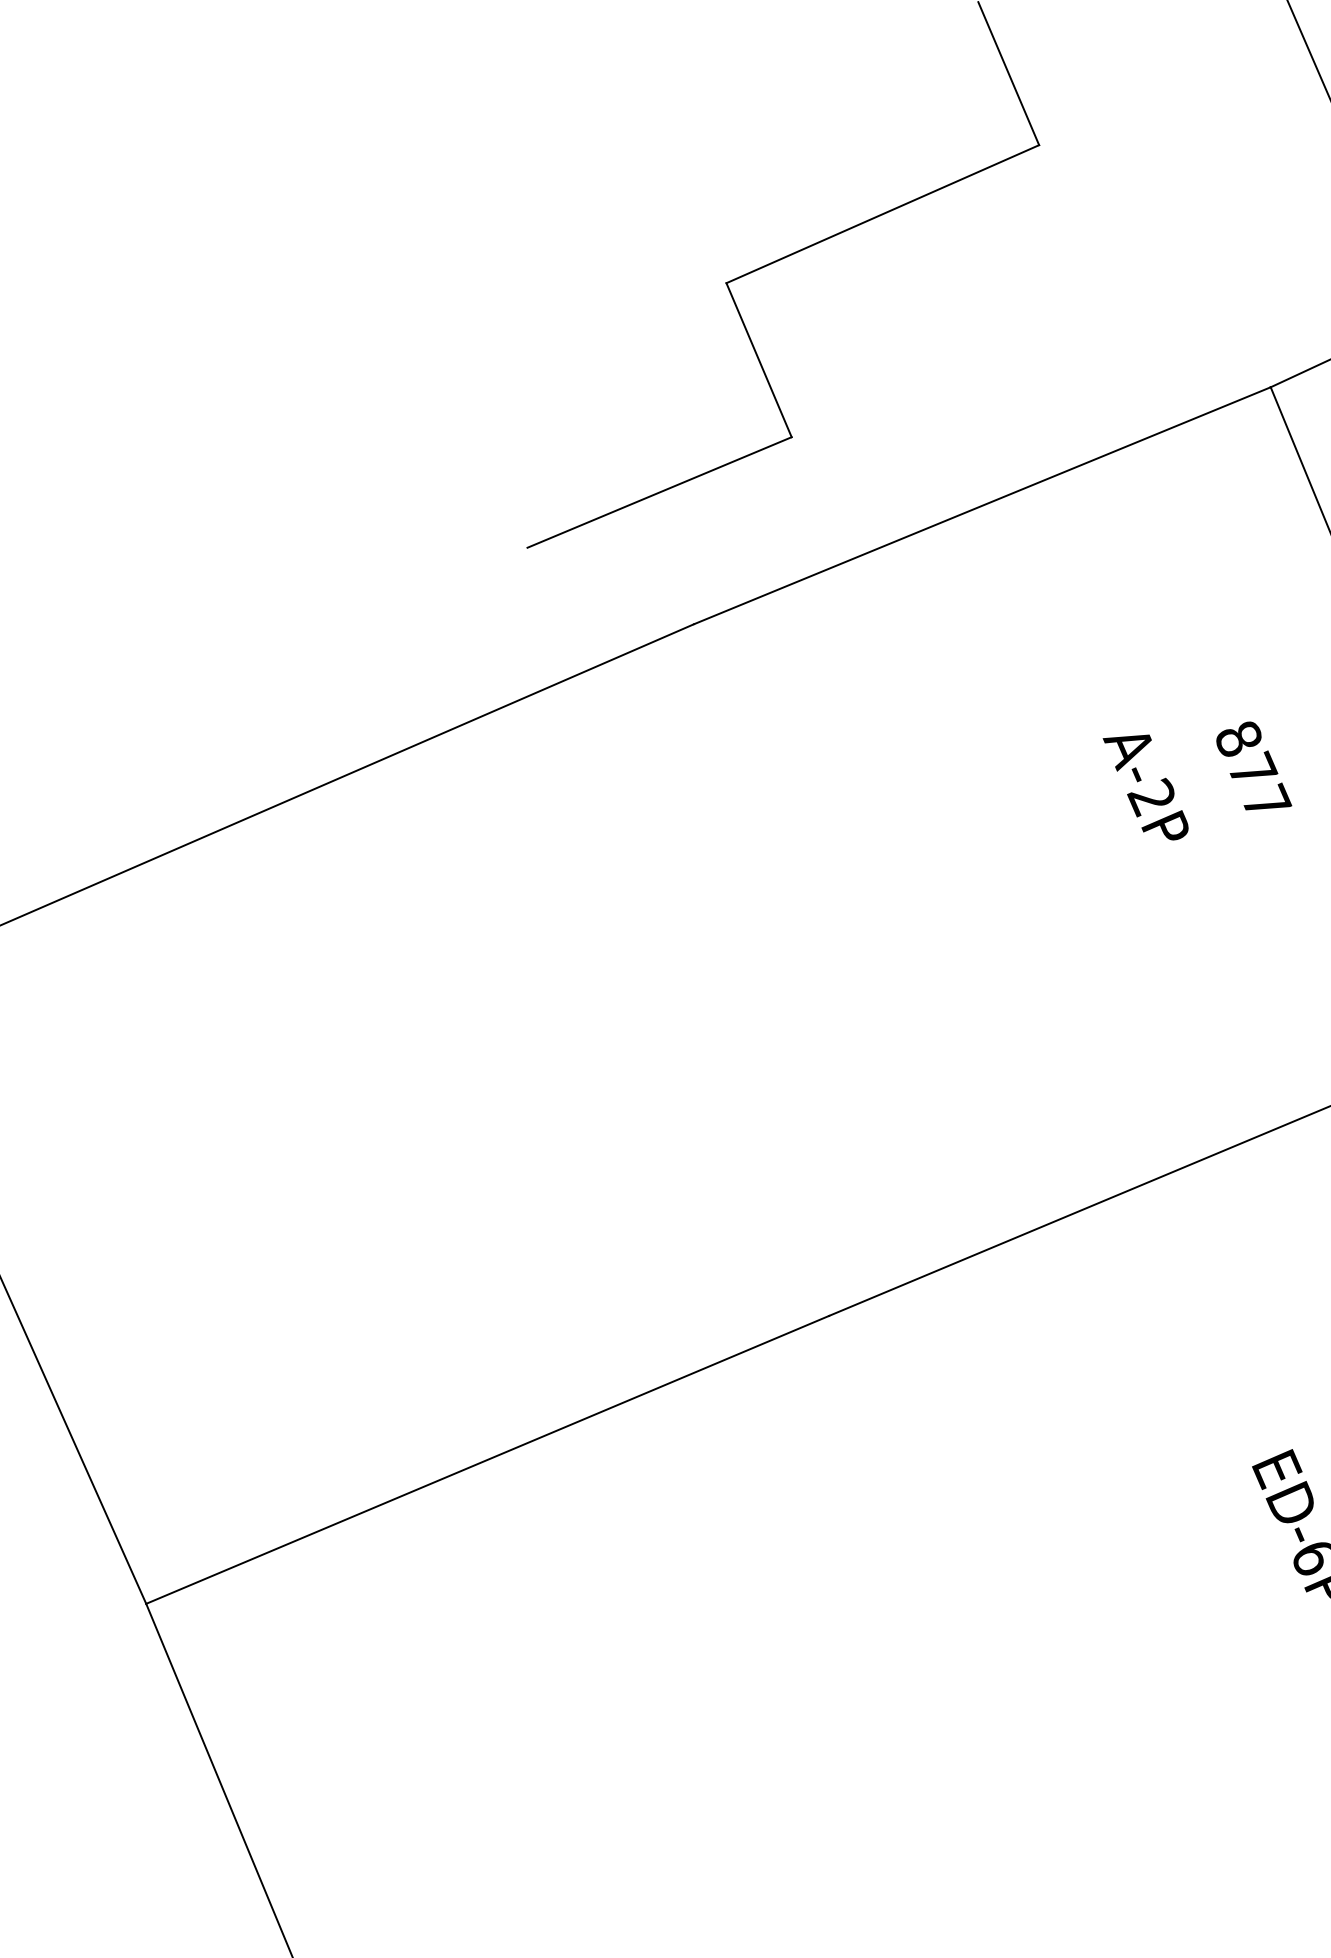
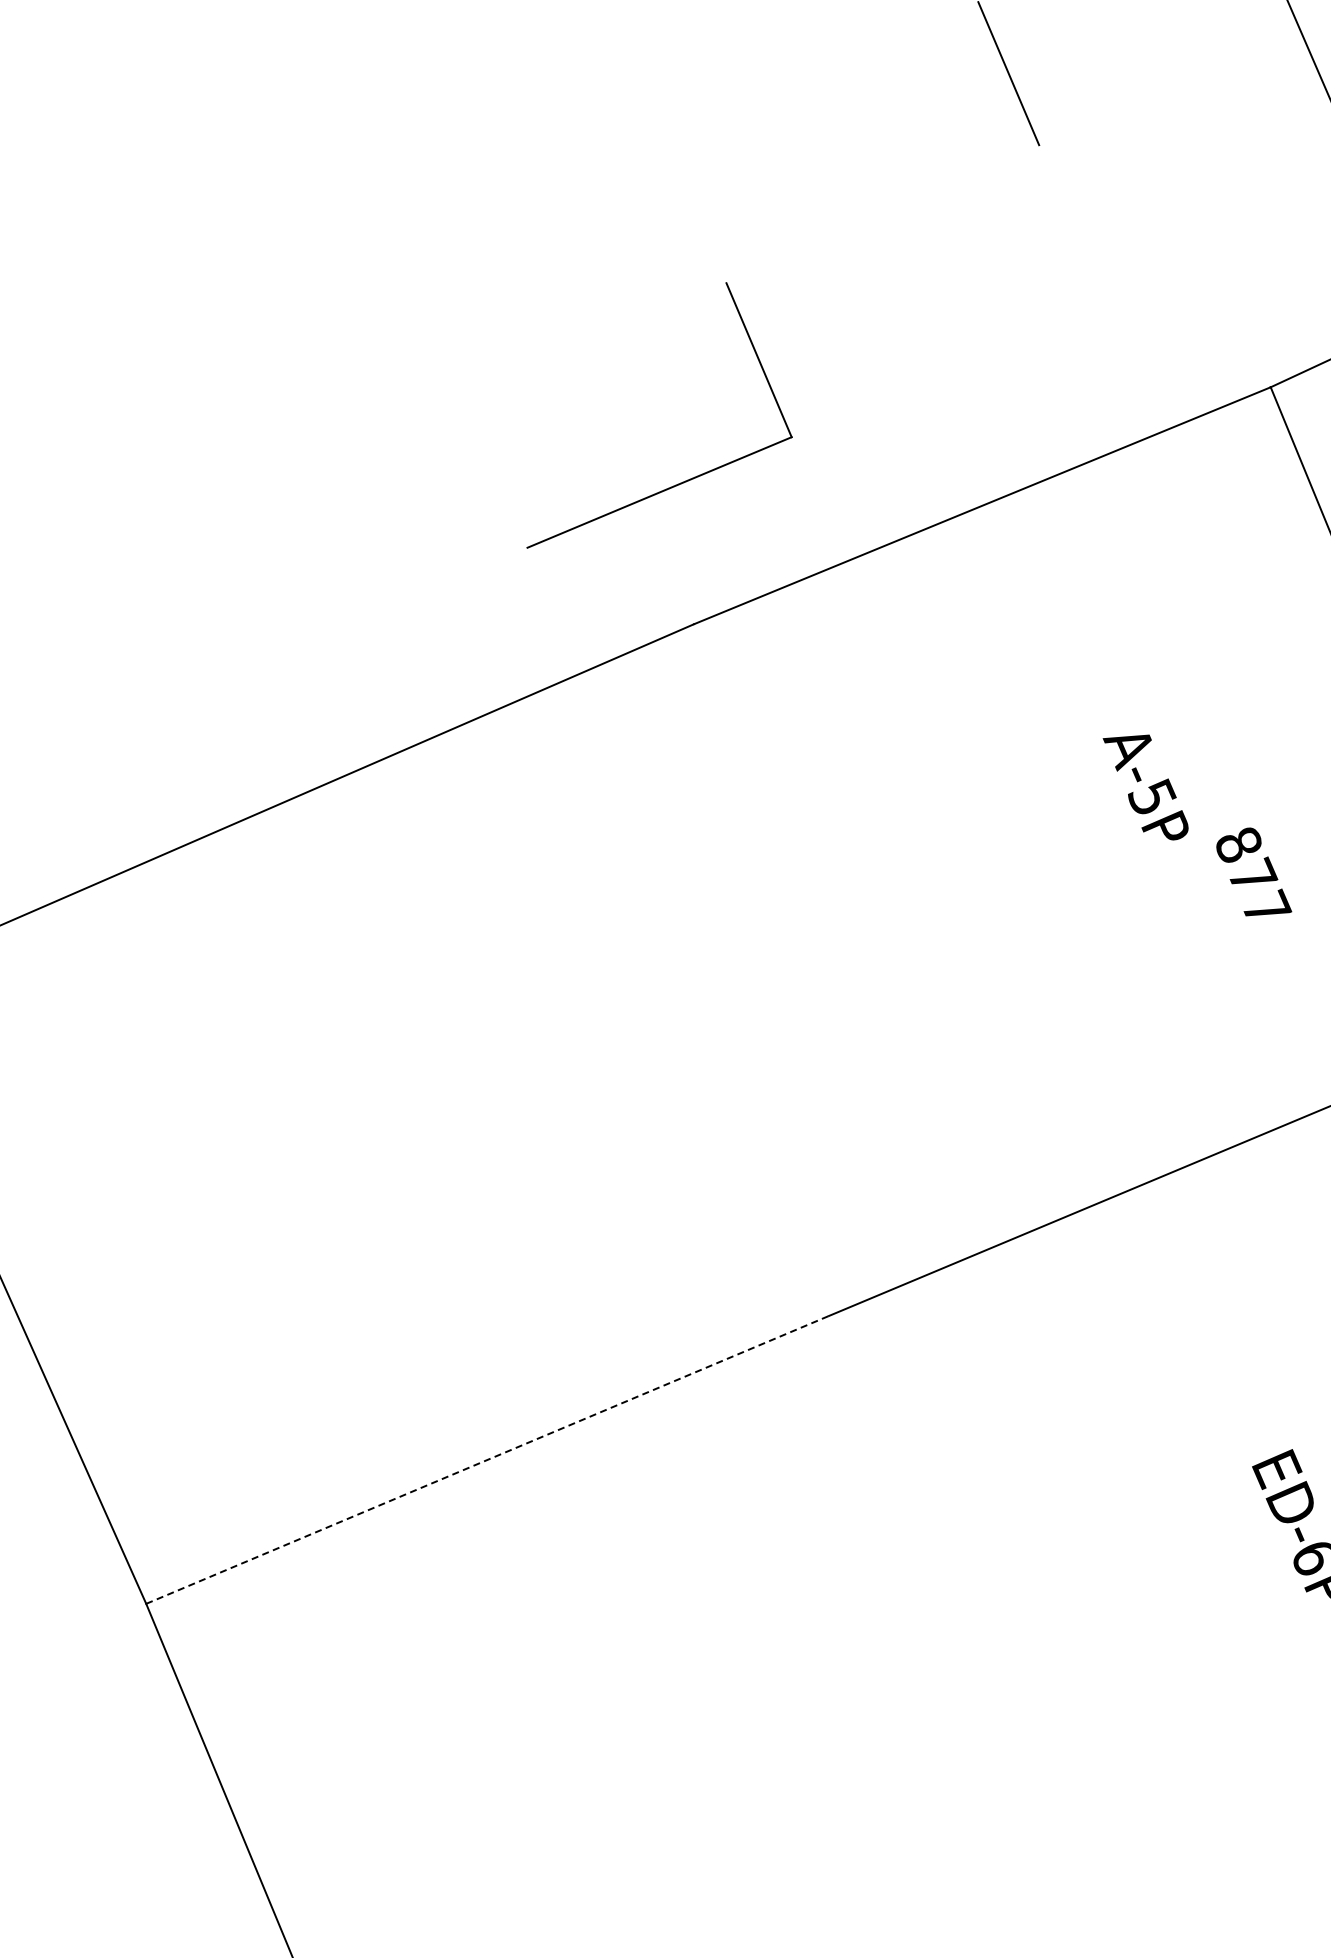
line at (882, 214): present -> none
text at (1254, 765) position: (1254, 765) -> (1254, 871)
text at (1151, 797): A-2P -> A-5P
line at (487, 1459): solid -> dashed
